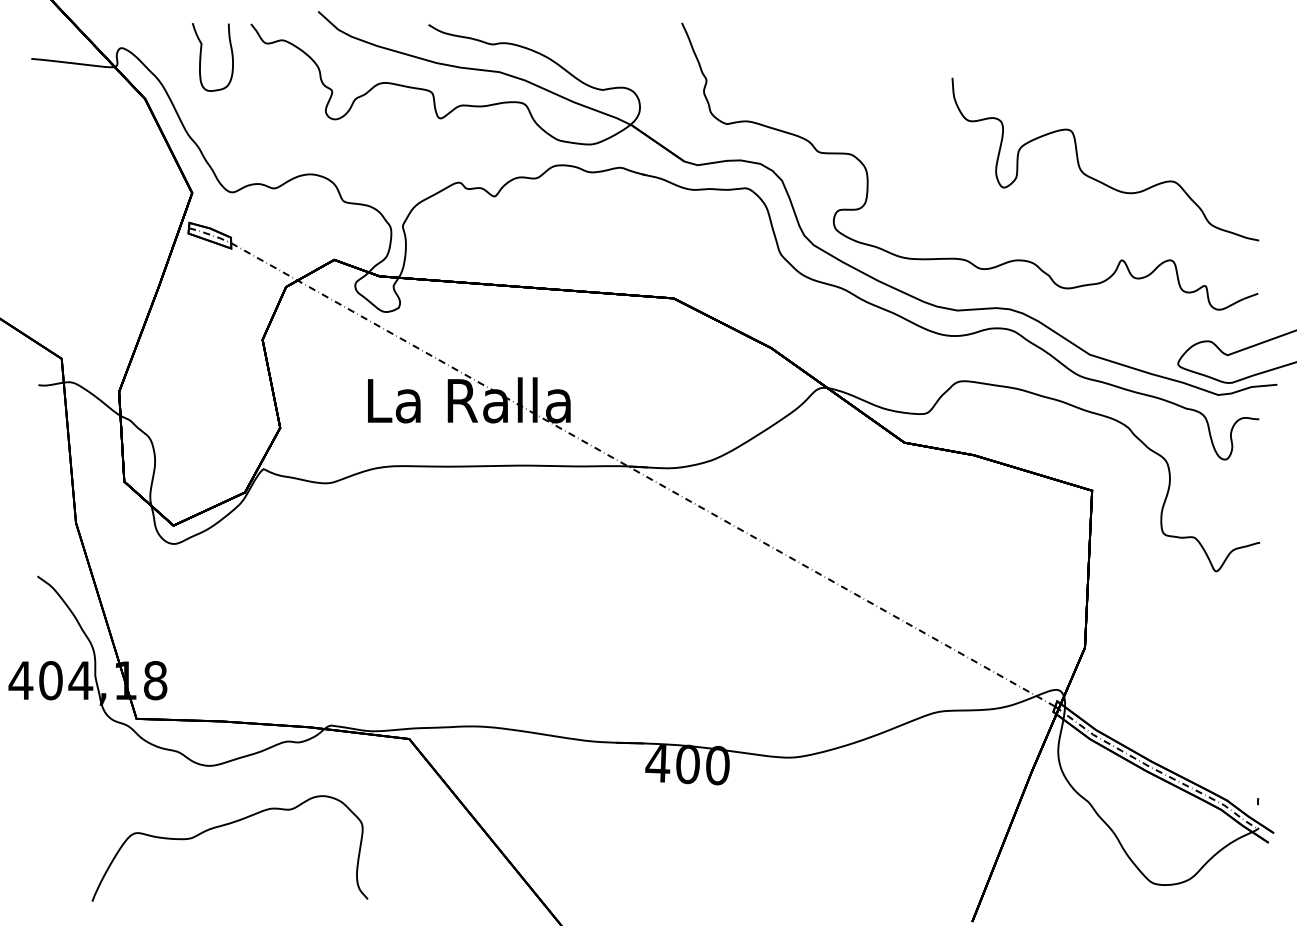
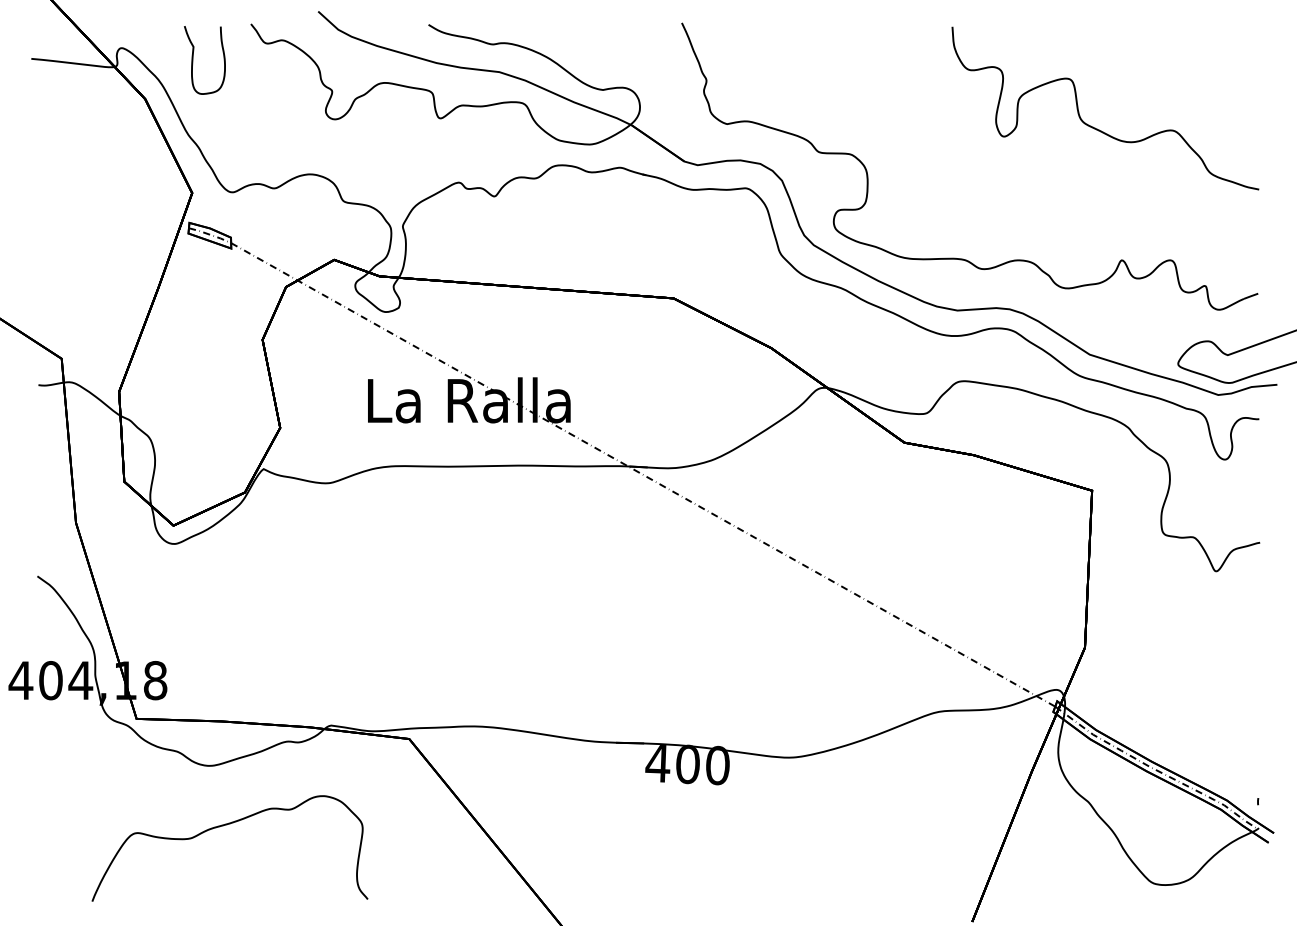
curve at (201, 57) position: (201, 57) -> (193, 60)
curve at (1095, 178) position: (1095, 178) -> (1095, 127)
